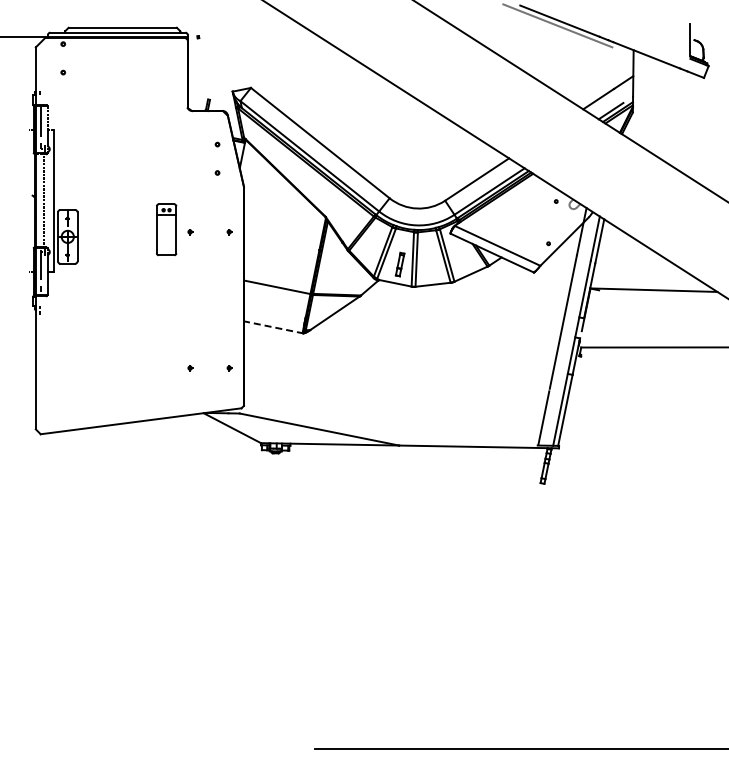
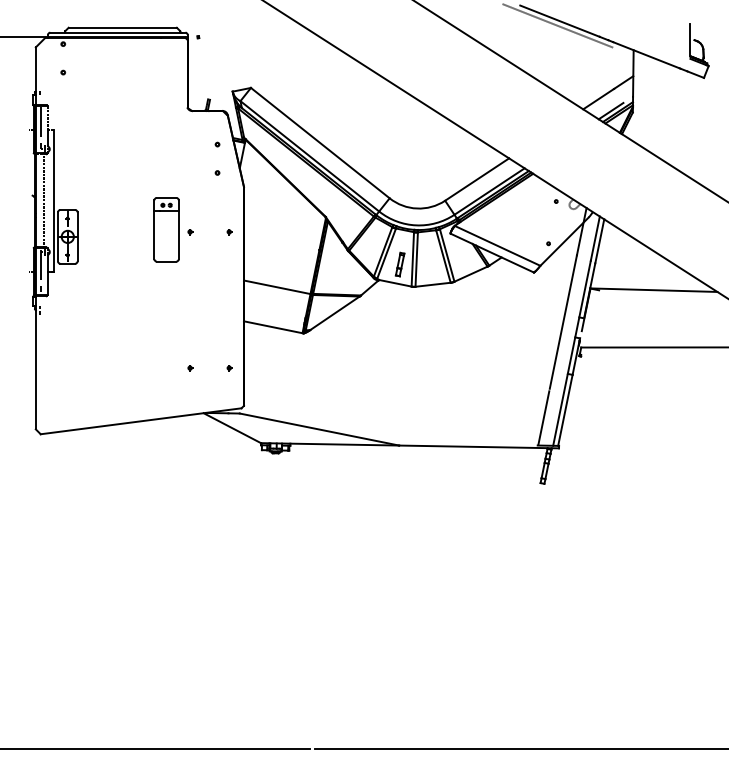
part at (166, 229) size: 22x54 px -> 27x66 px
line at (273, 327): dashed -> solid
line at (156, 748): none -> present
